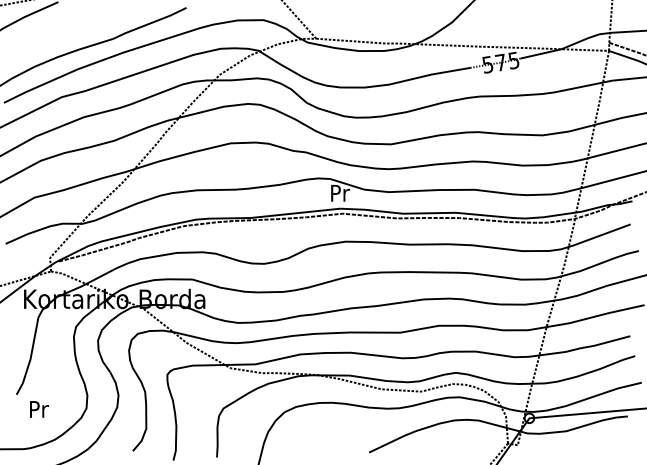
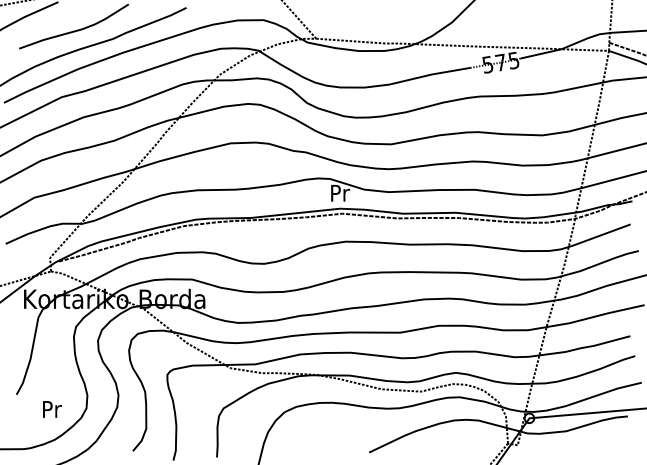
curve at (73, 30): none -> present
text at (39, 409) position: (39, 409) -> (52, 409)
